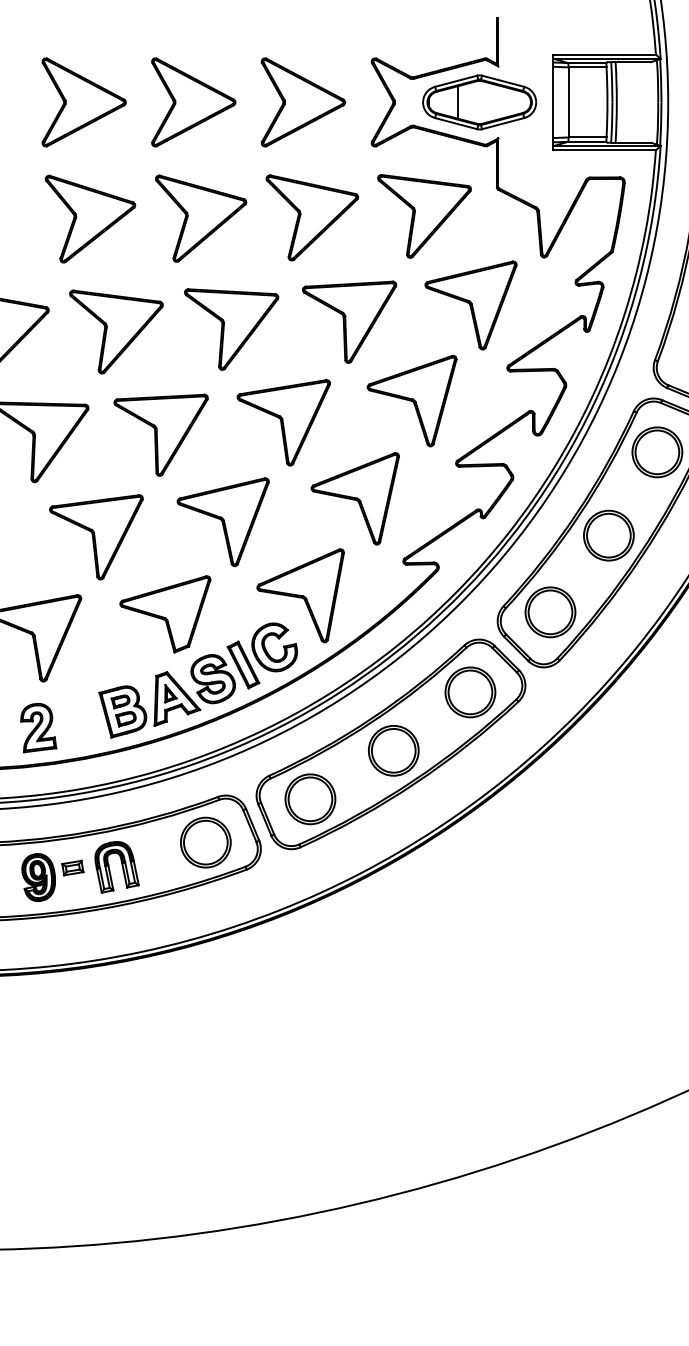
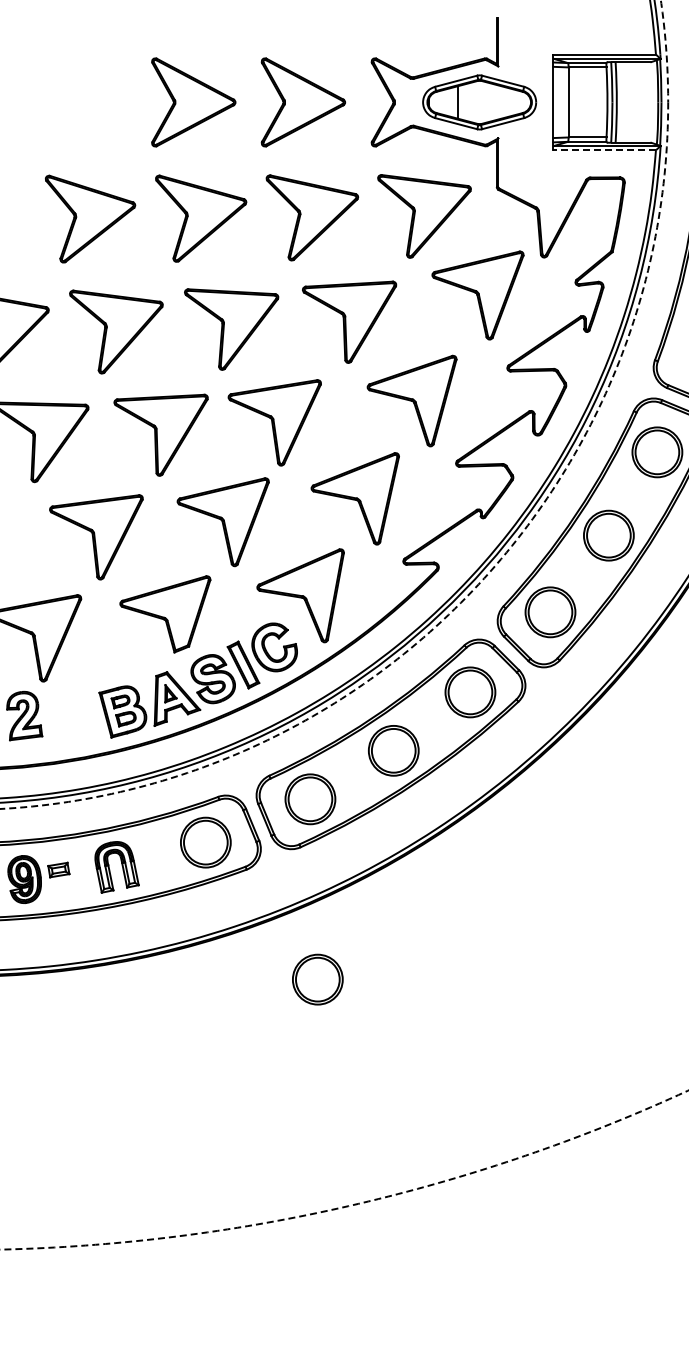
part at (83, 102): present -> none
line at (604, 150): solid -> dashed
part at (470, 305) position: (470, 305) -> (477, 295)
circle at (334, 404): solid -> dashed
part at (283, 422) position: (283, 422) -> (274, 422)
part at (38, 728) position: (38, 728) -> (24, 716)
part at (52, 877) position: (52, 877) -> (38, 879)
part at (317, 979): none -> present
arc at (356, 1204): solid -> dashed
